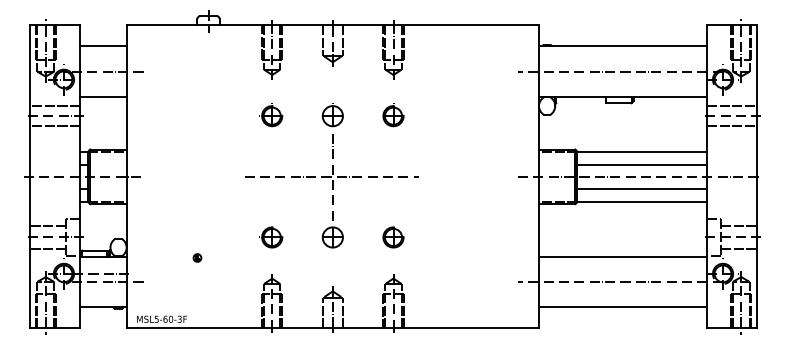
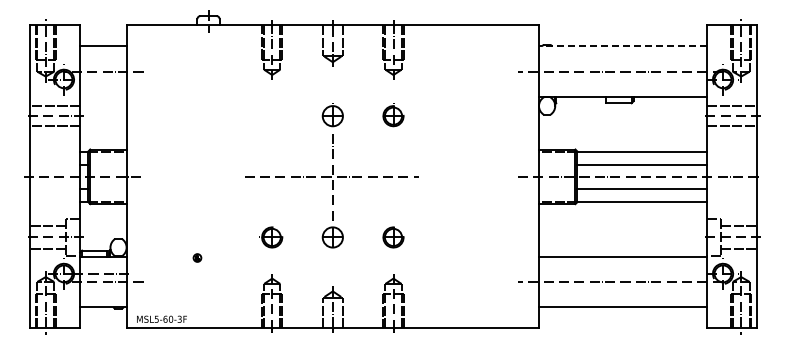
line at (622, 46): solid -> dashed
line at (103, 96): present -> none
part at (271, 115): present -> none
